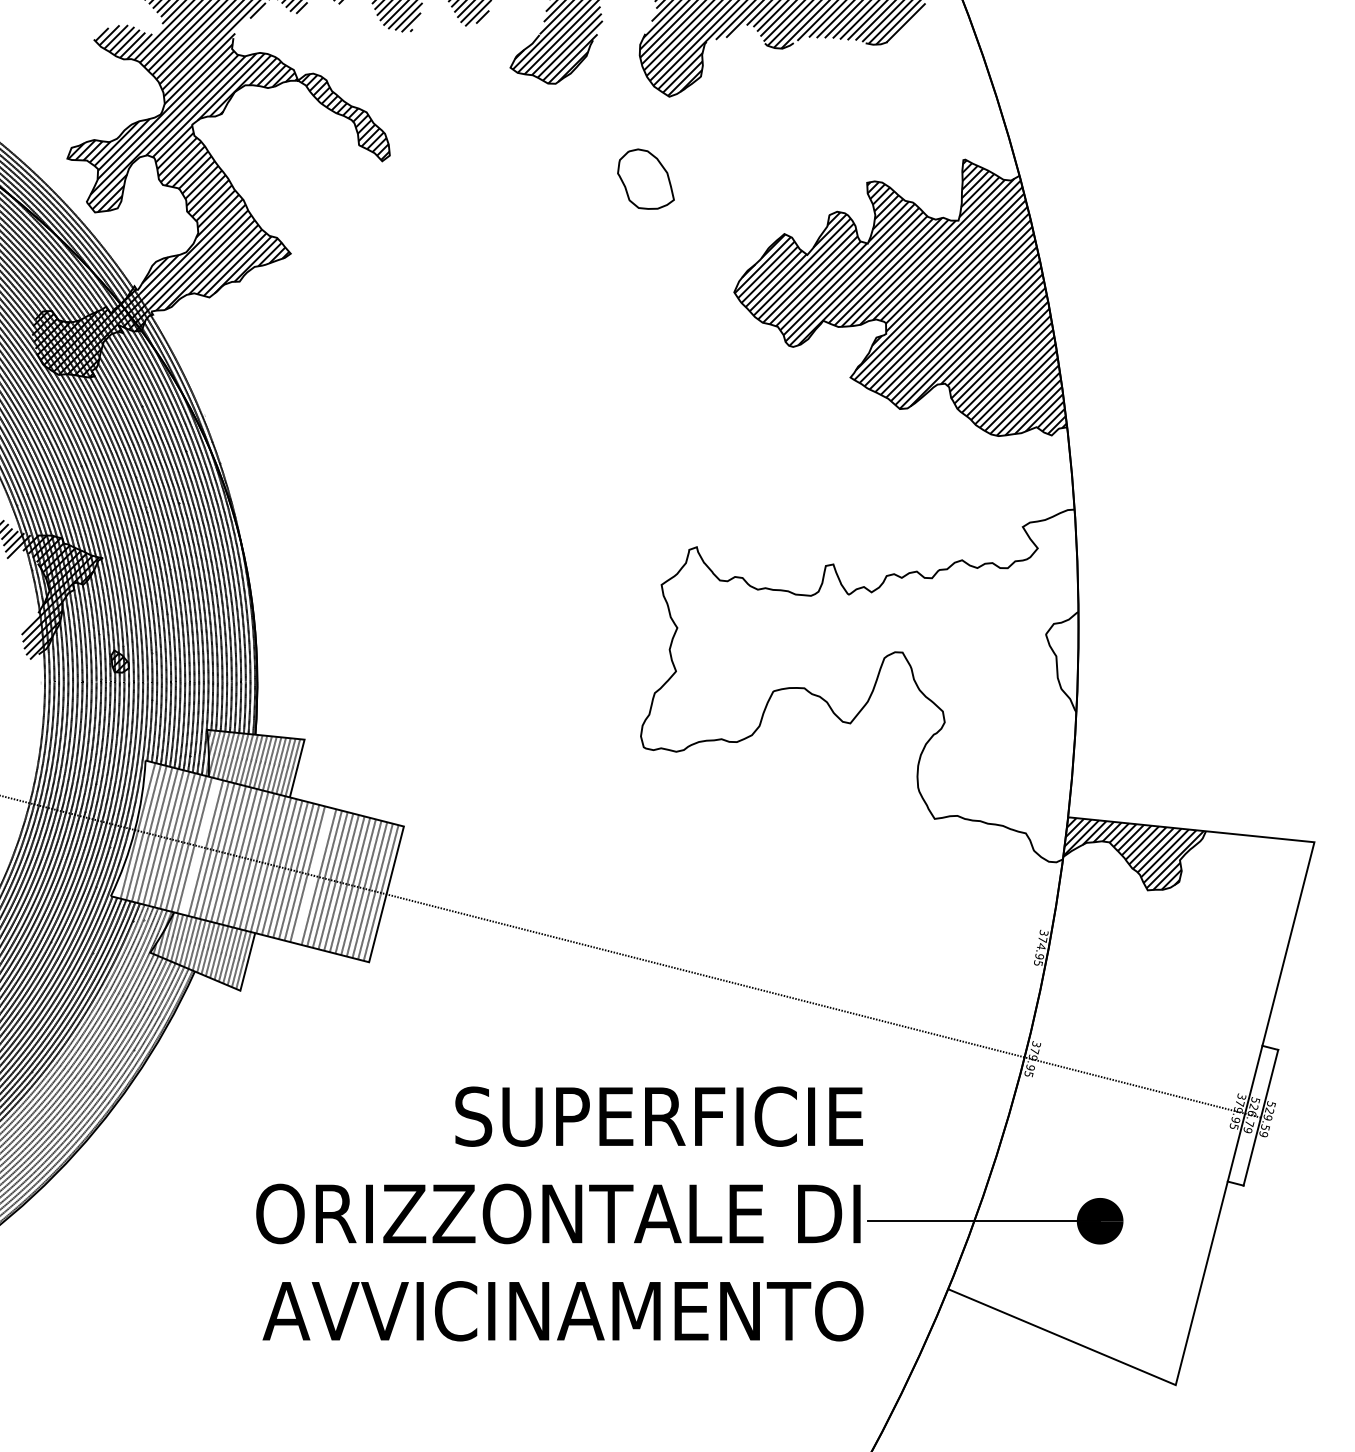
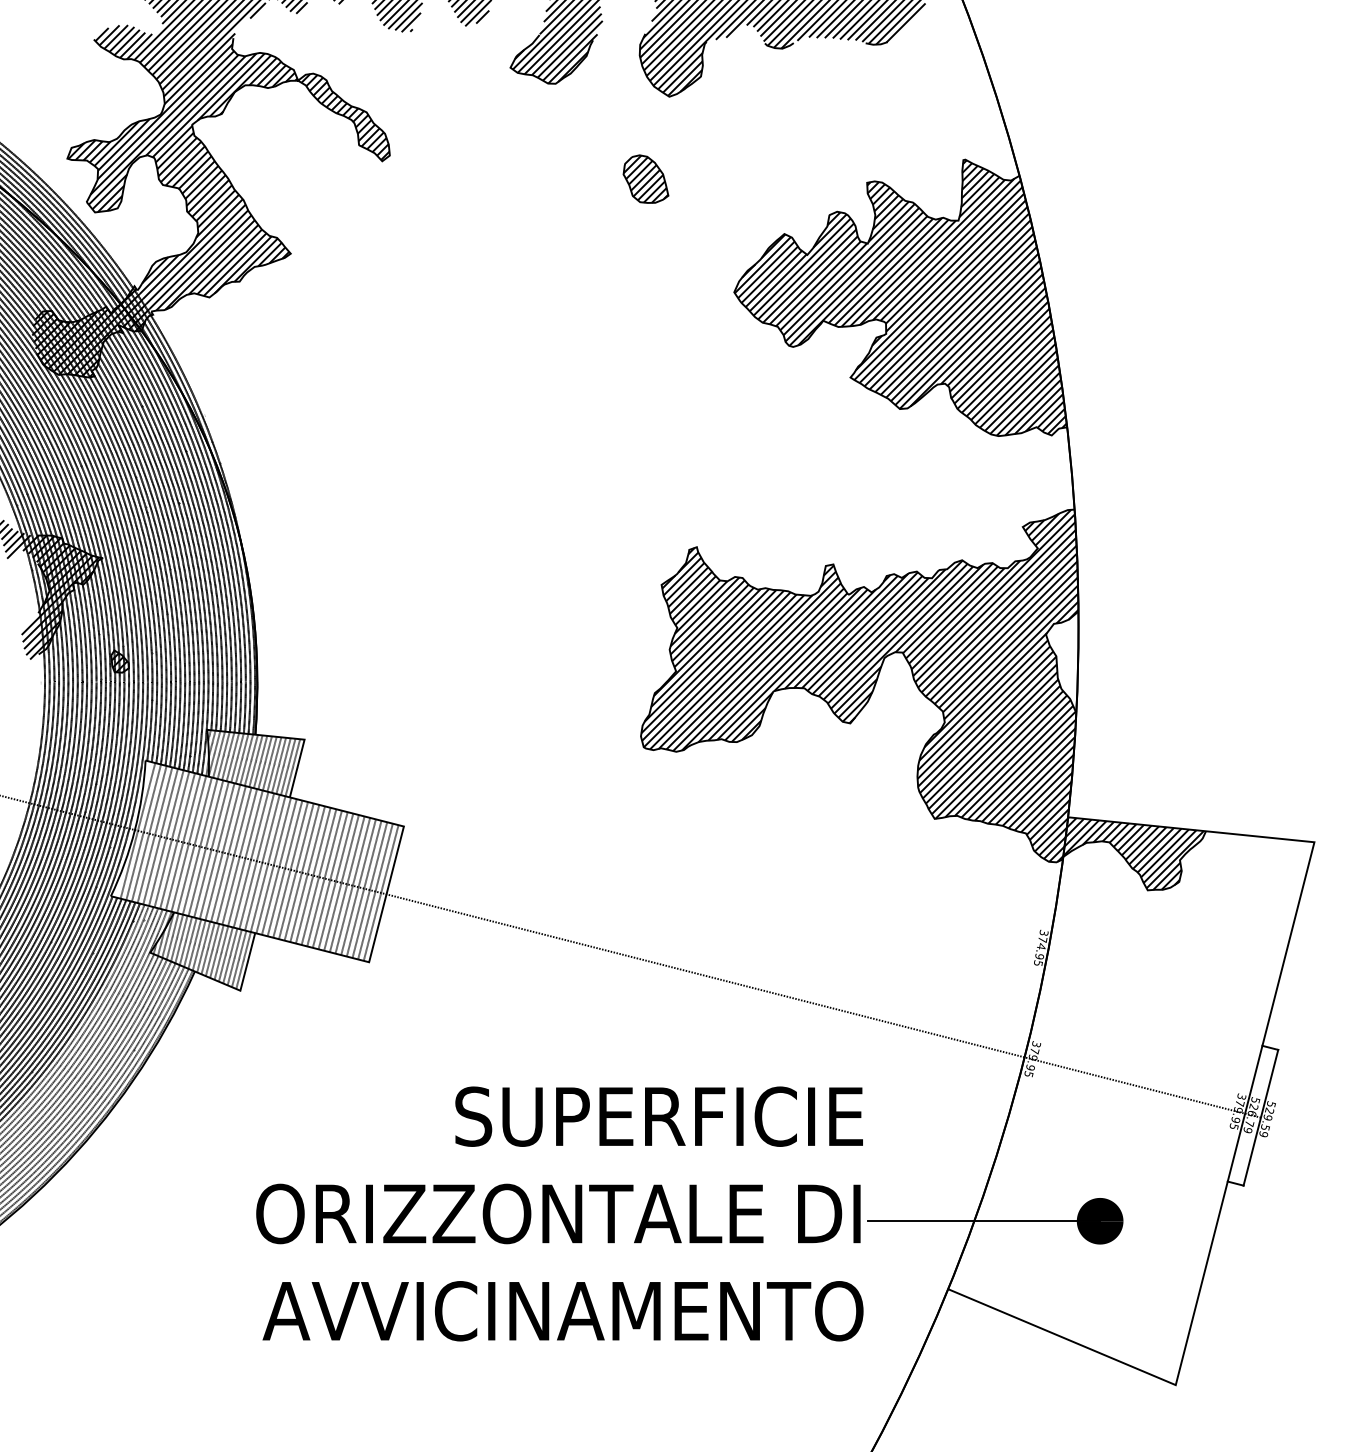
part at (645, 178) size: 58x62 px -> 48x50 px
hatch at (859, 685): none -> present
line at (199, 846): none -> present
line at (312, 875): none -> present
